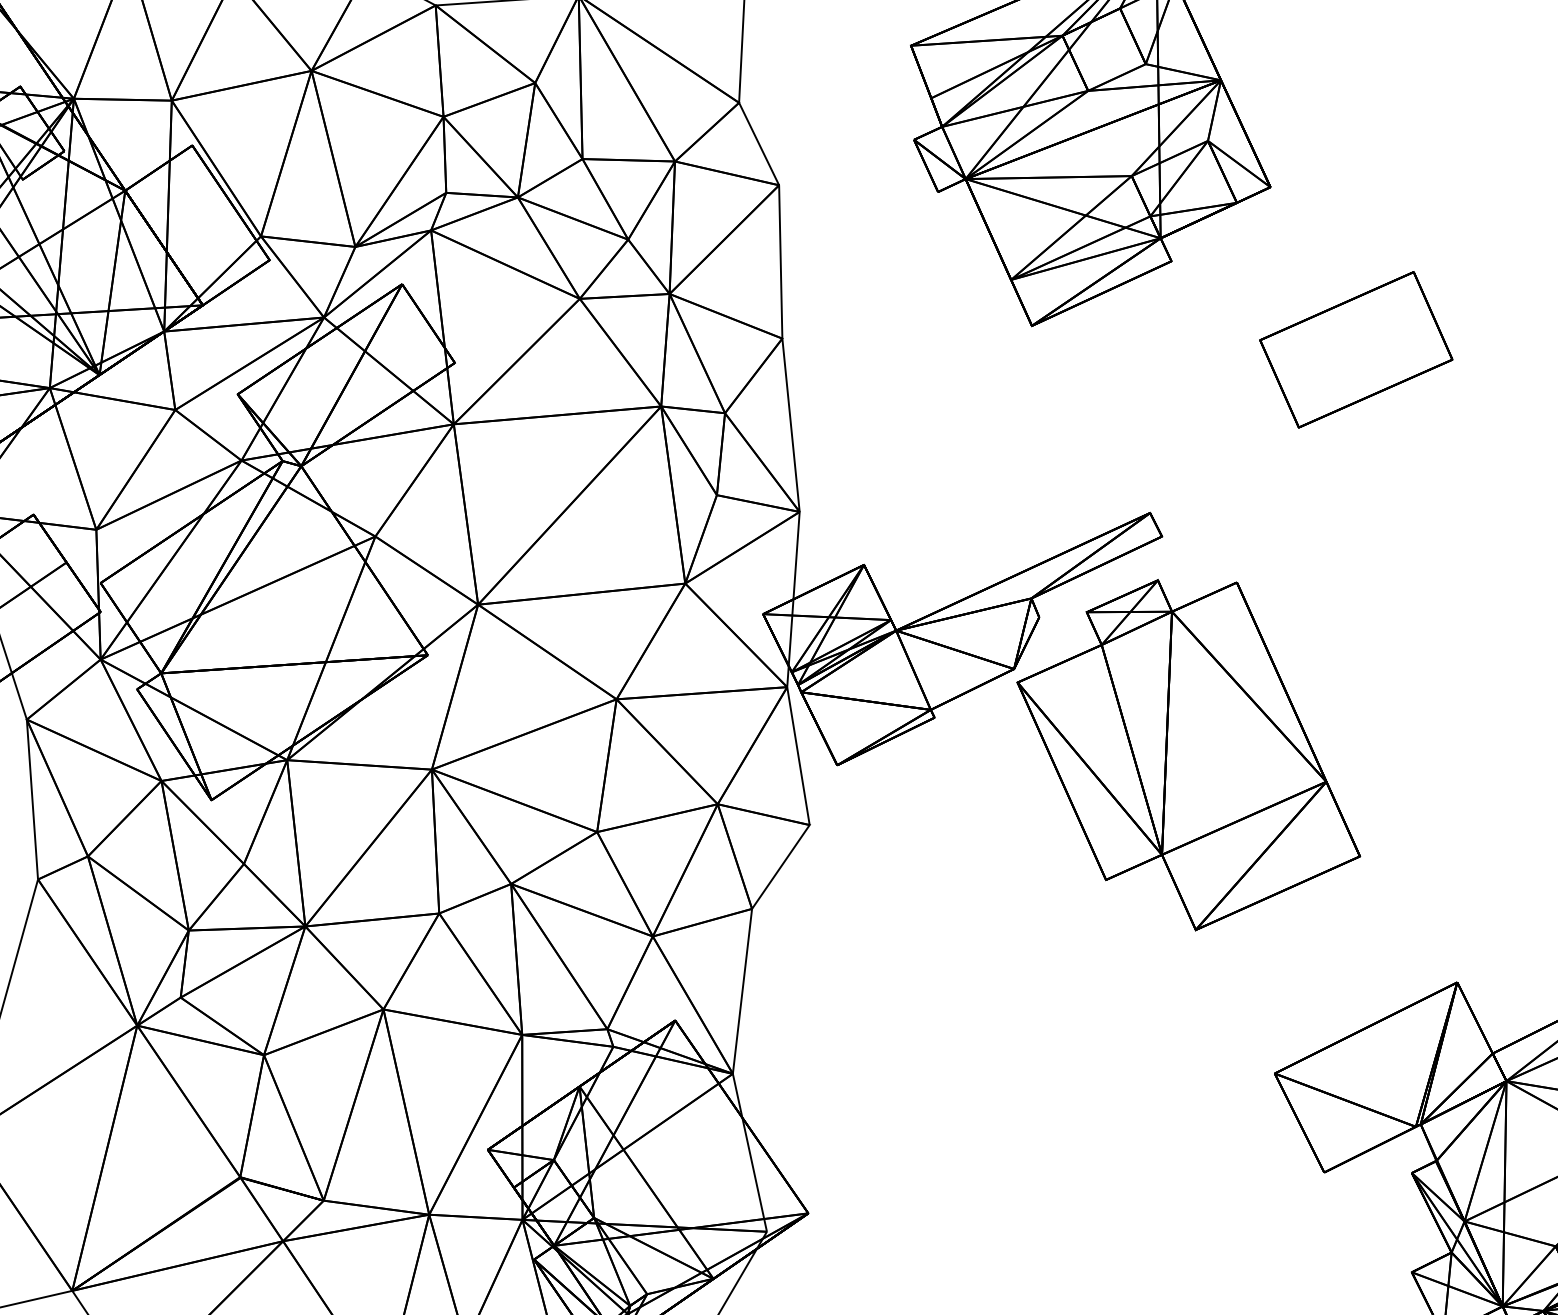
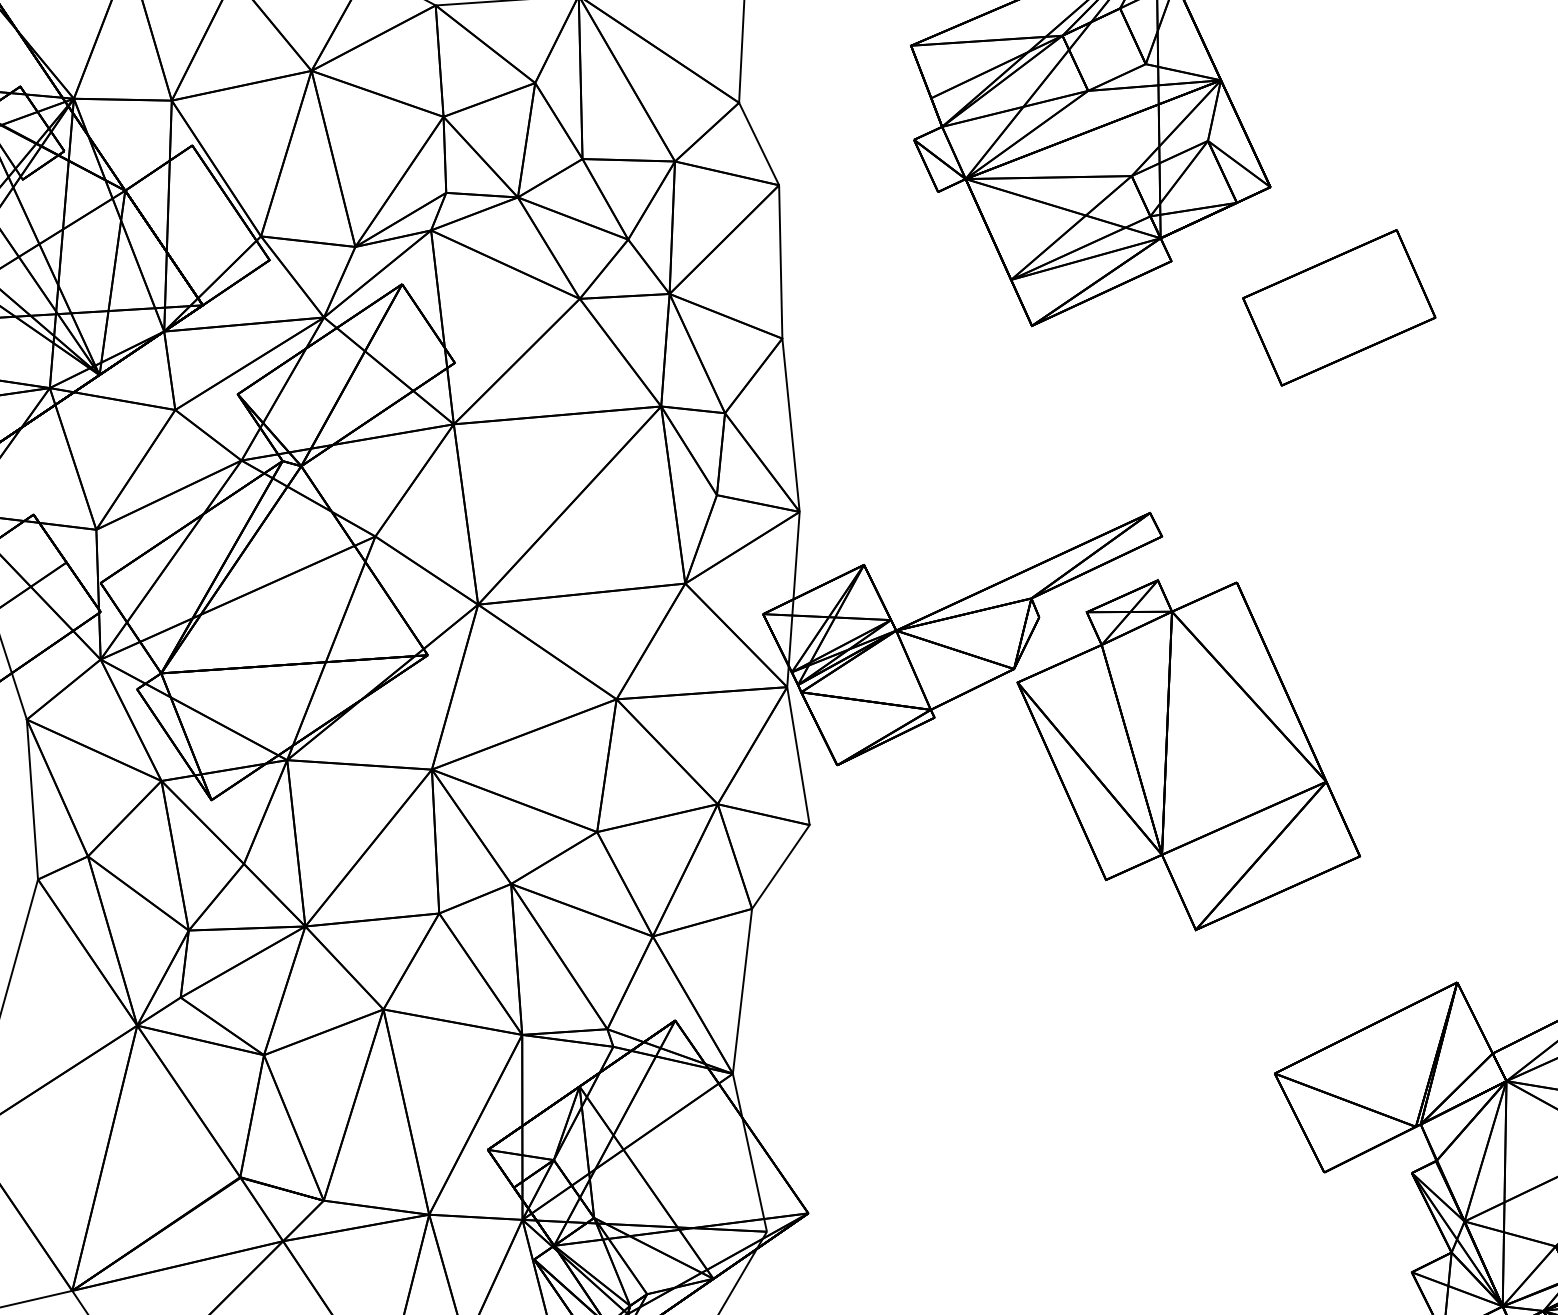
part at (1356, 349) position: (1356, 349) -> (1339, 307)
